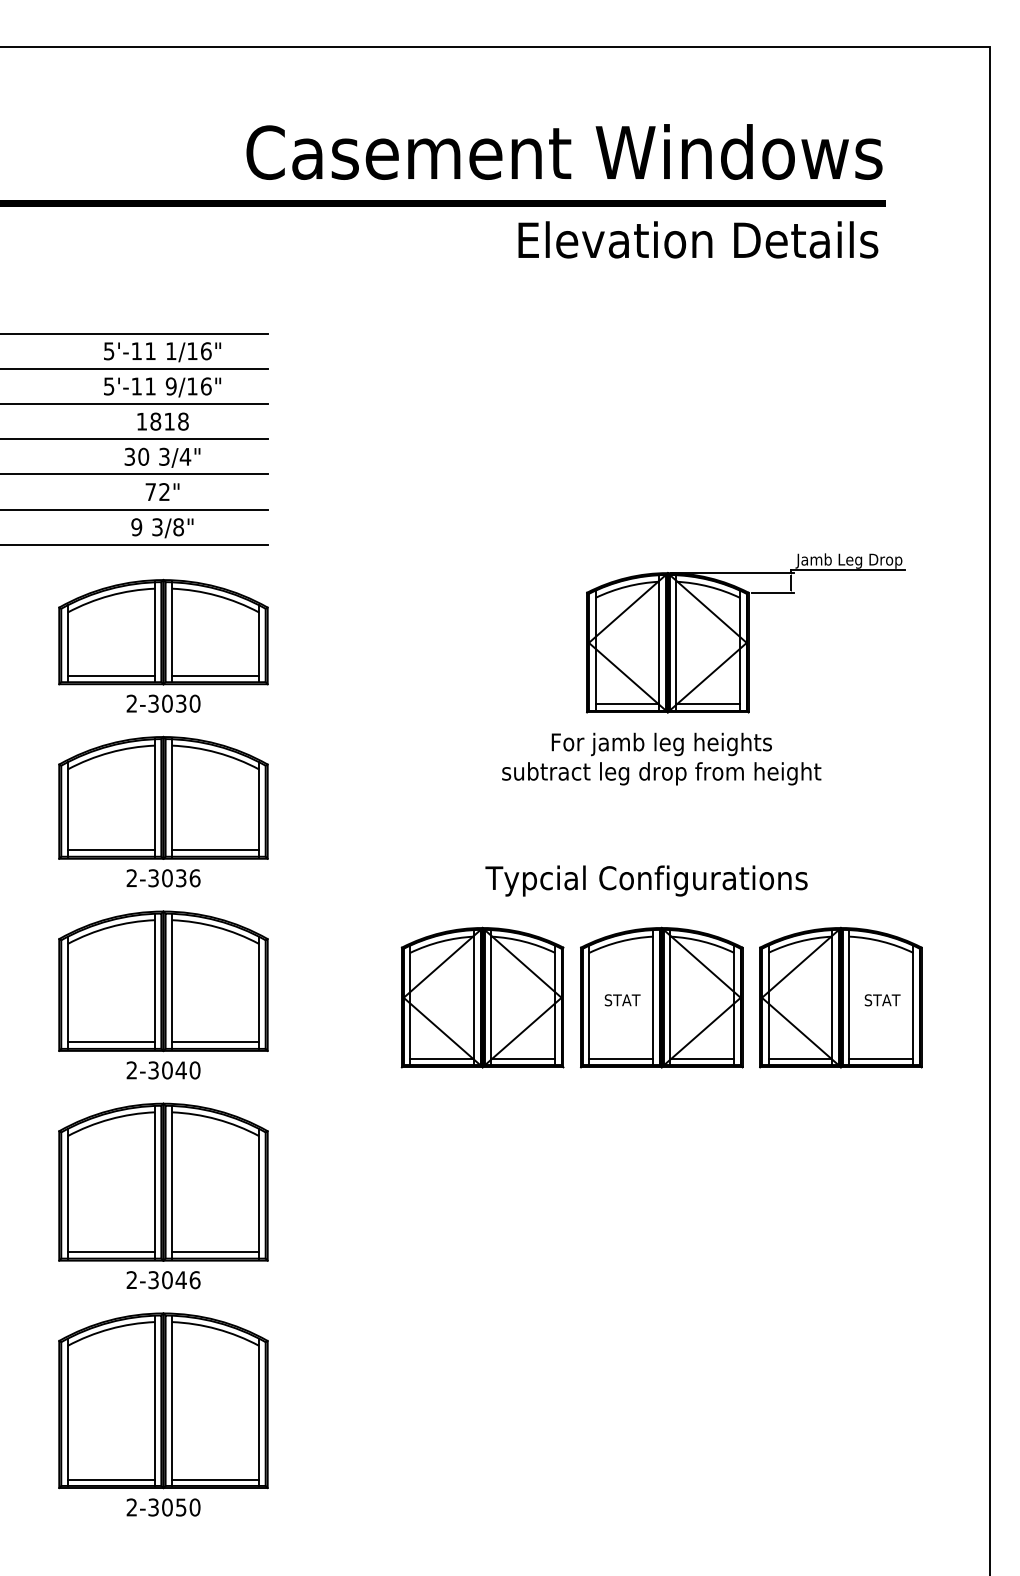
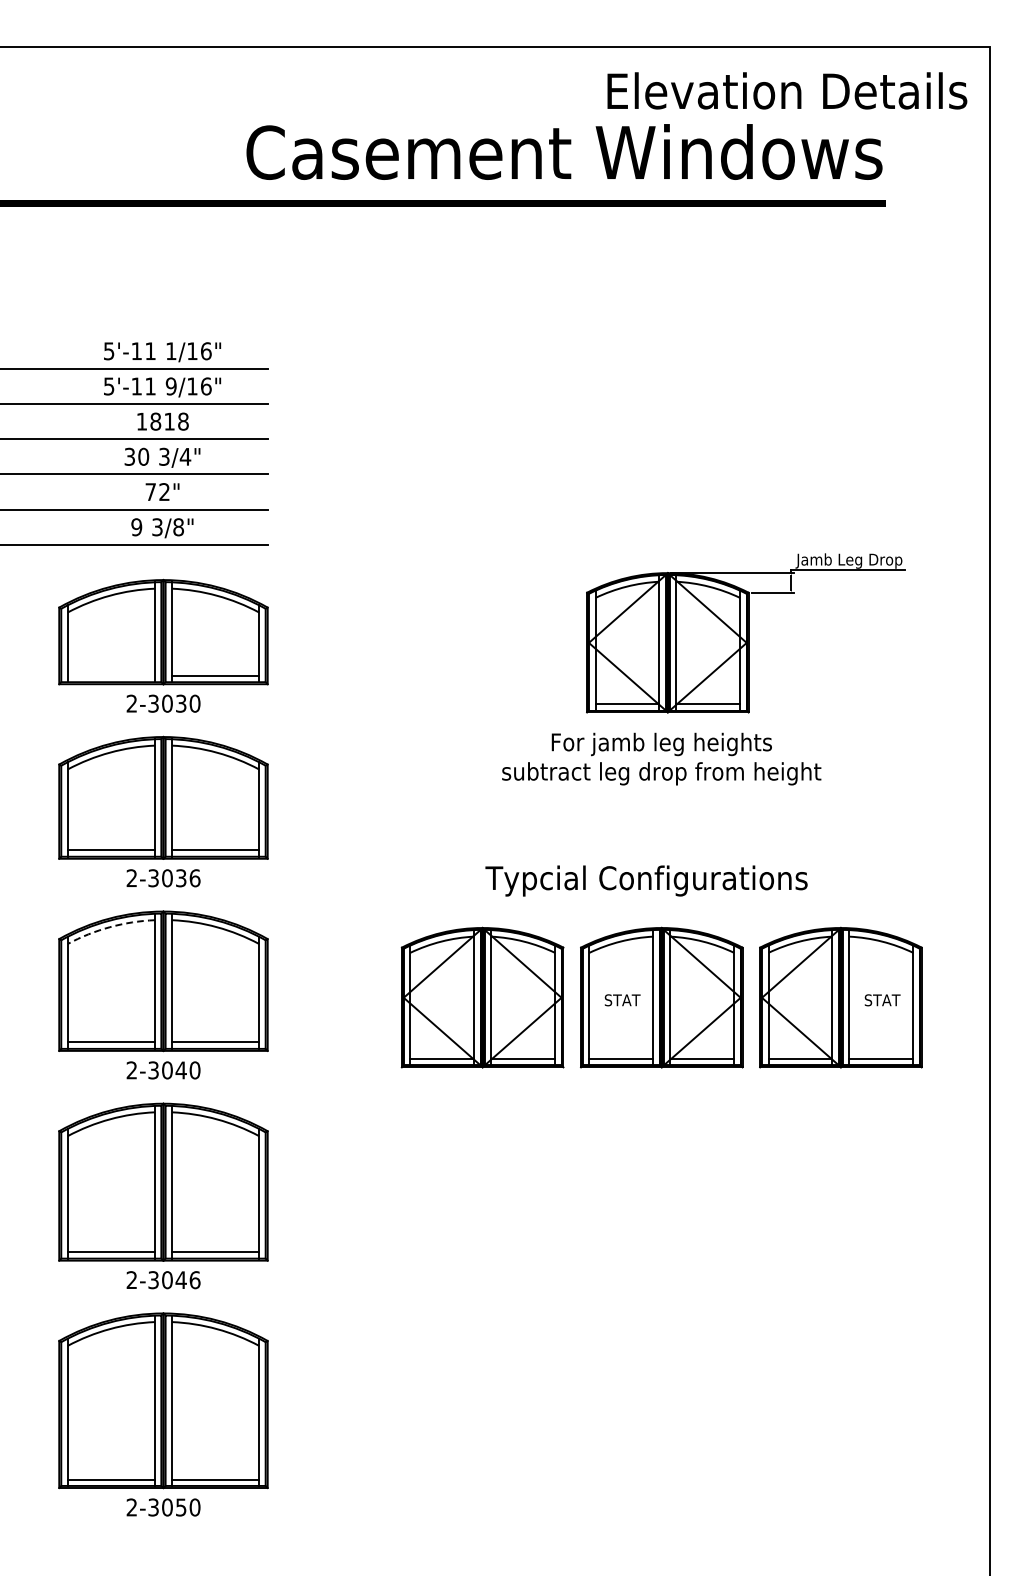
text at (698, 239) position: (698, 239) -> (787, 90)
line at (134, 333): present -> none
line at (110, 675): present -> none
arc at (109, 927): solid -> dashed
